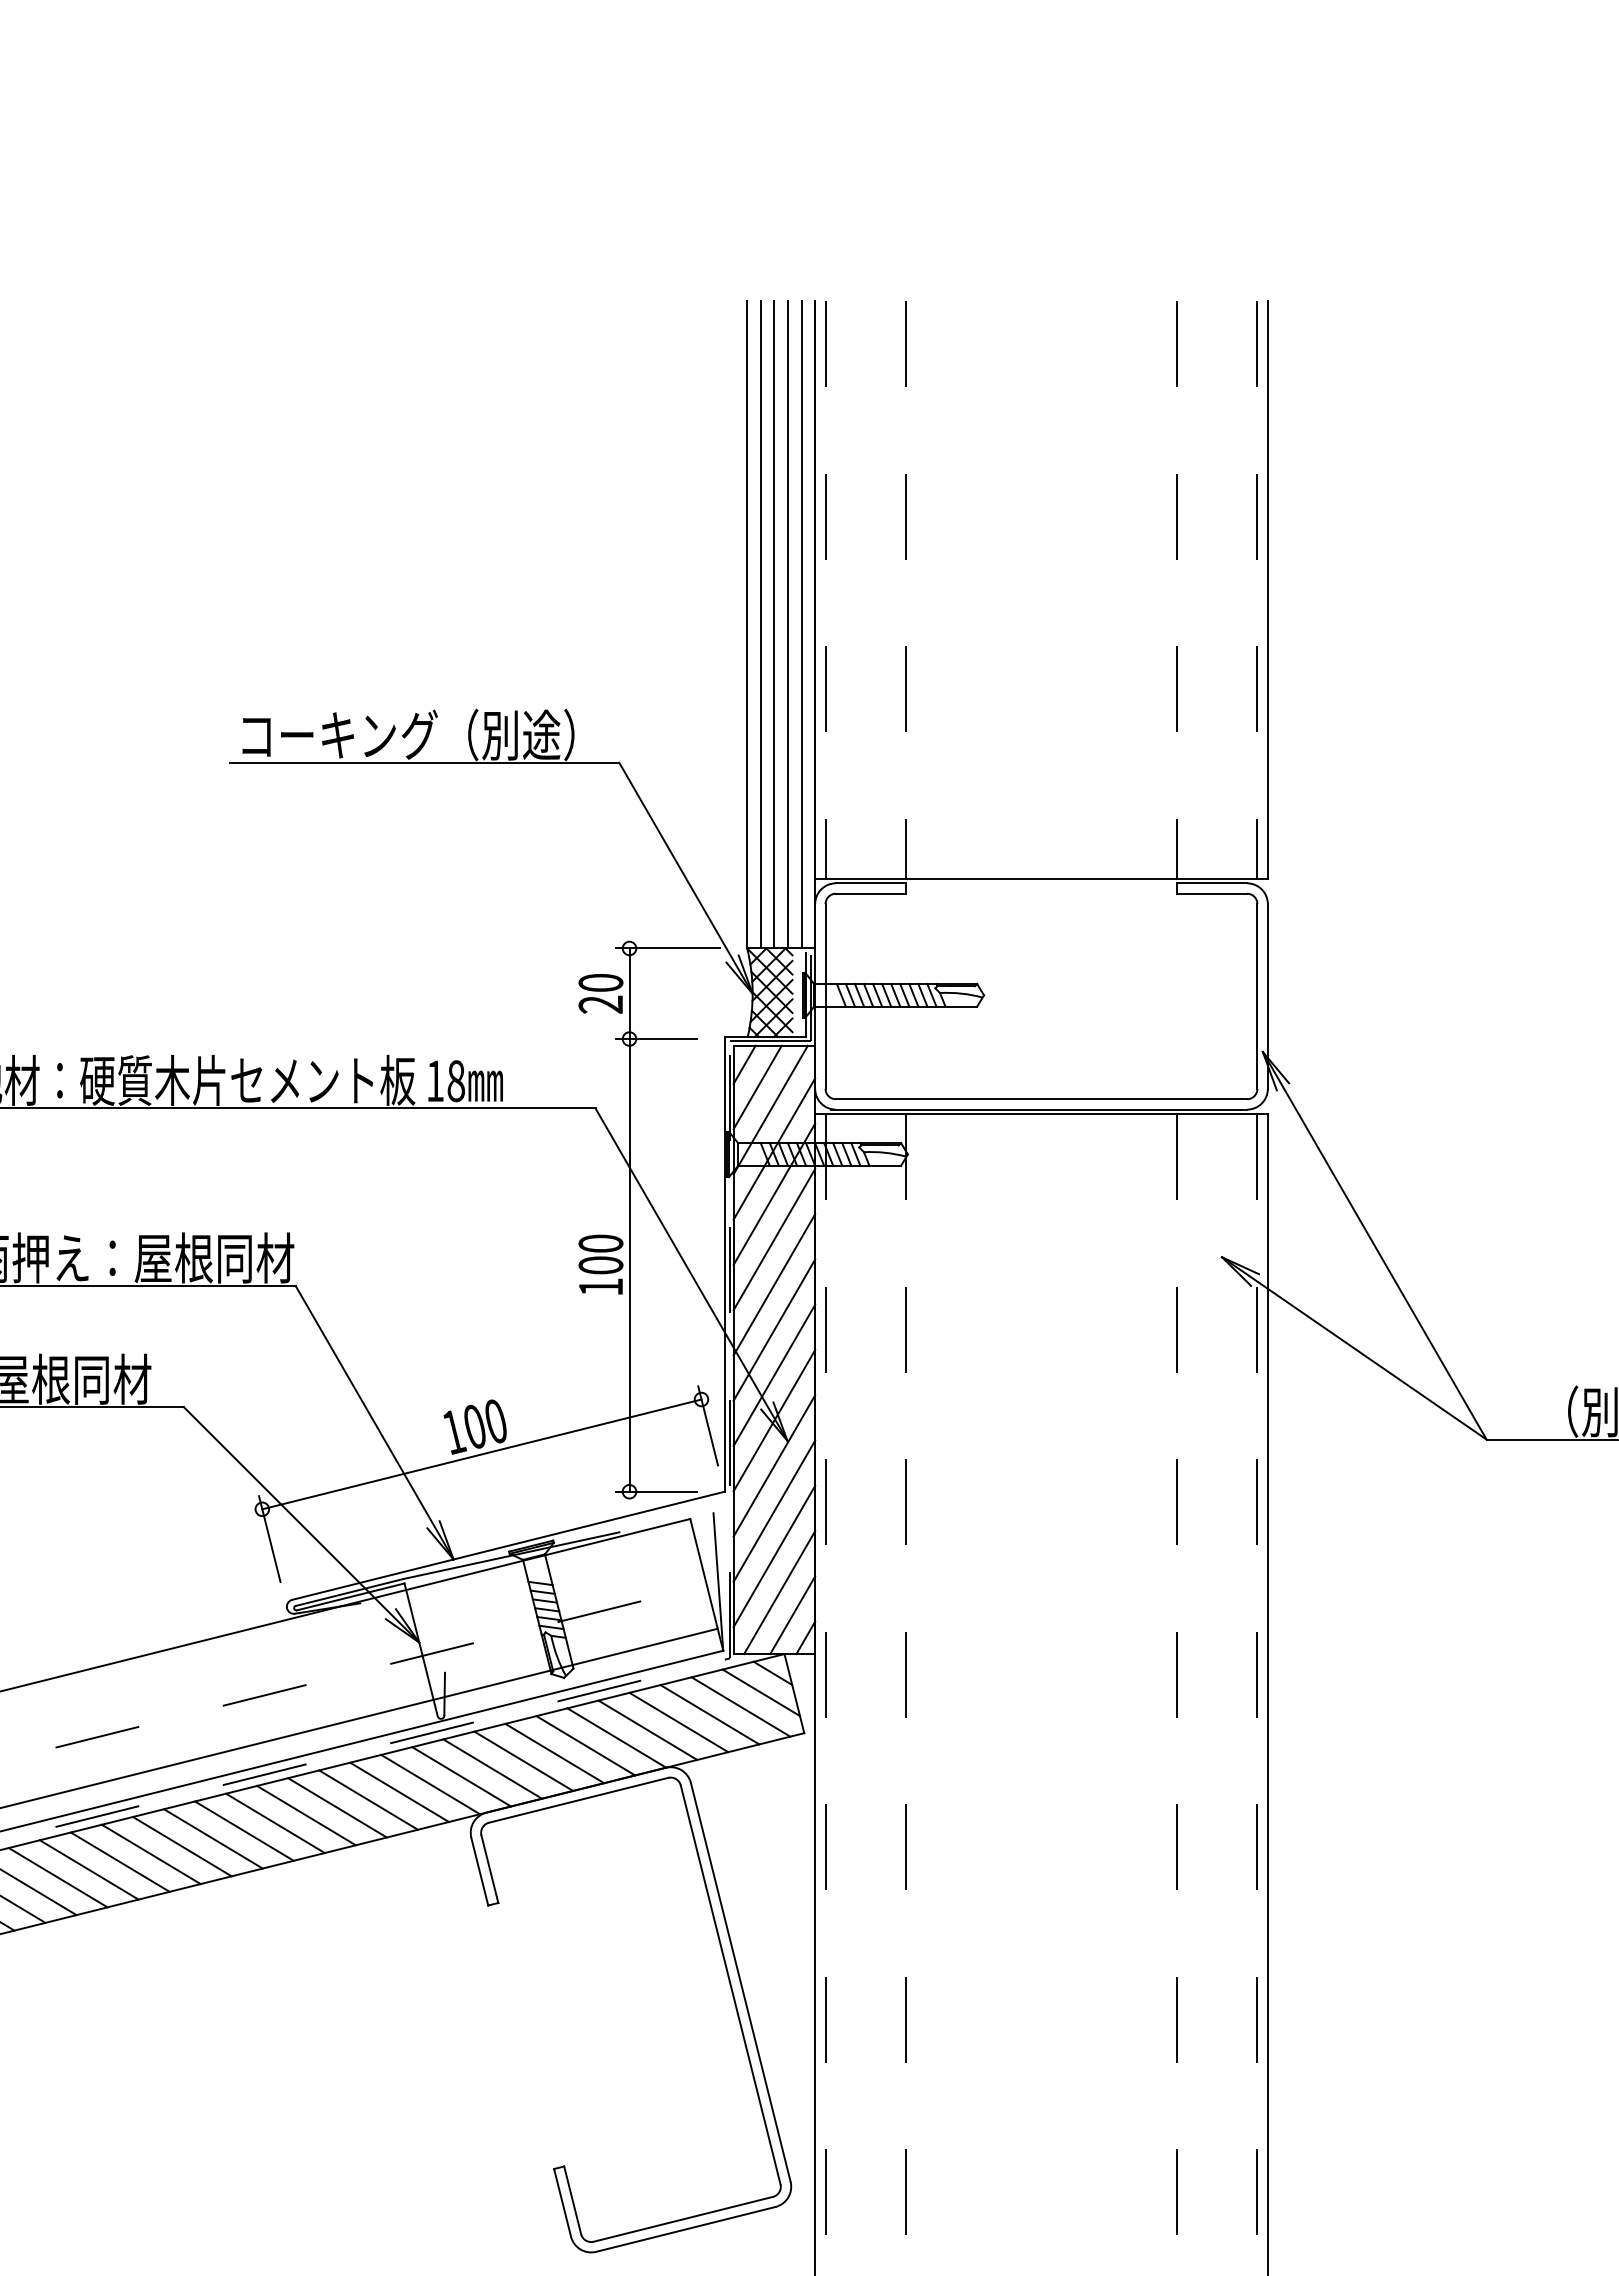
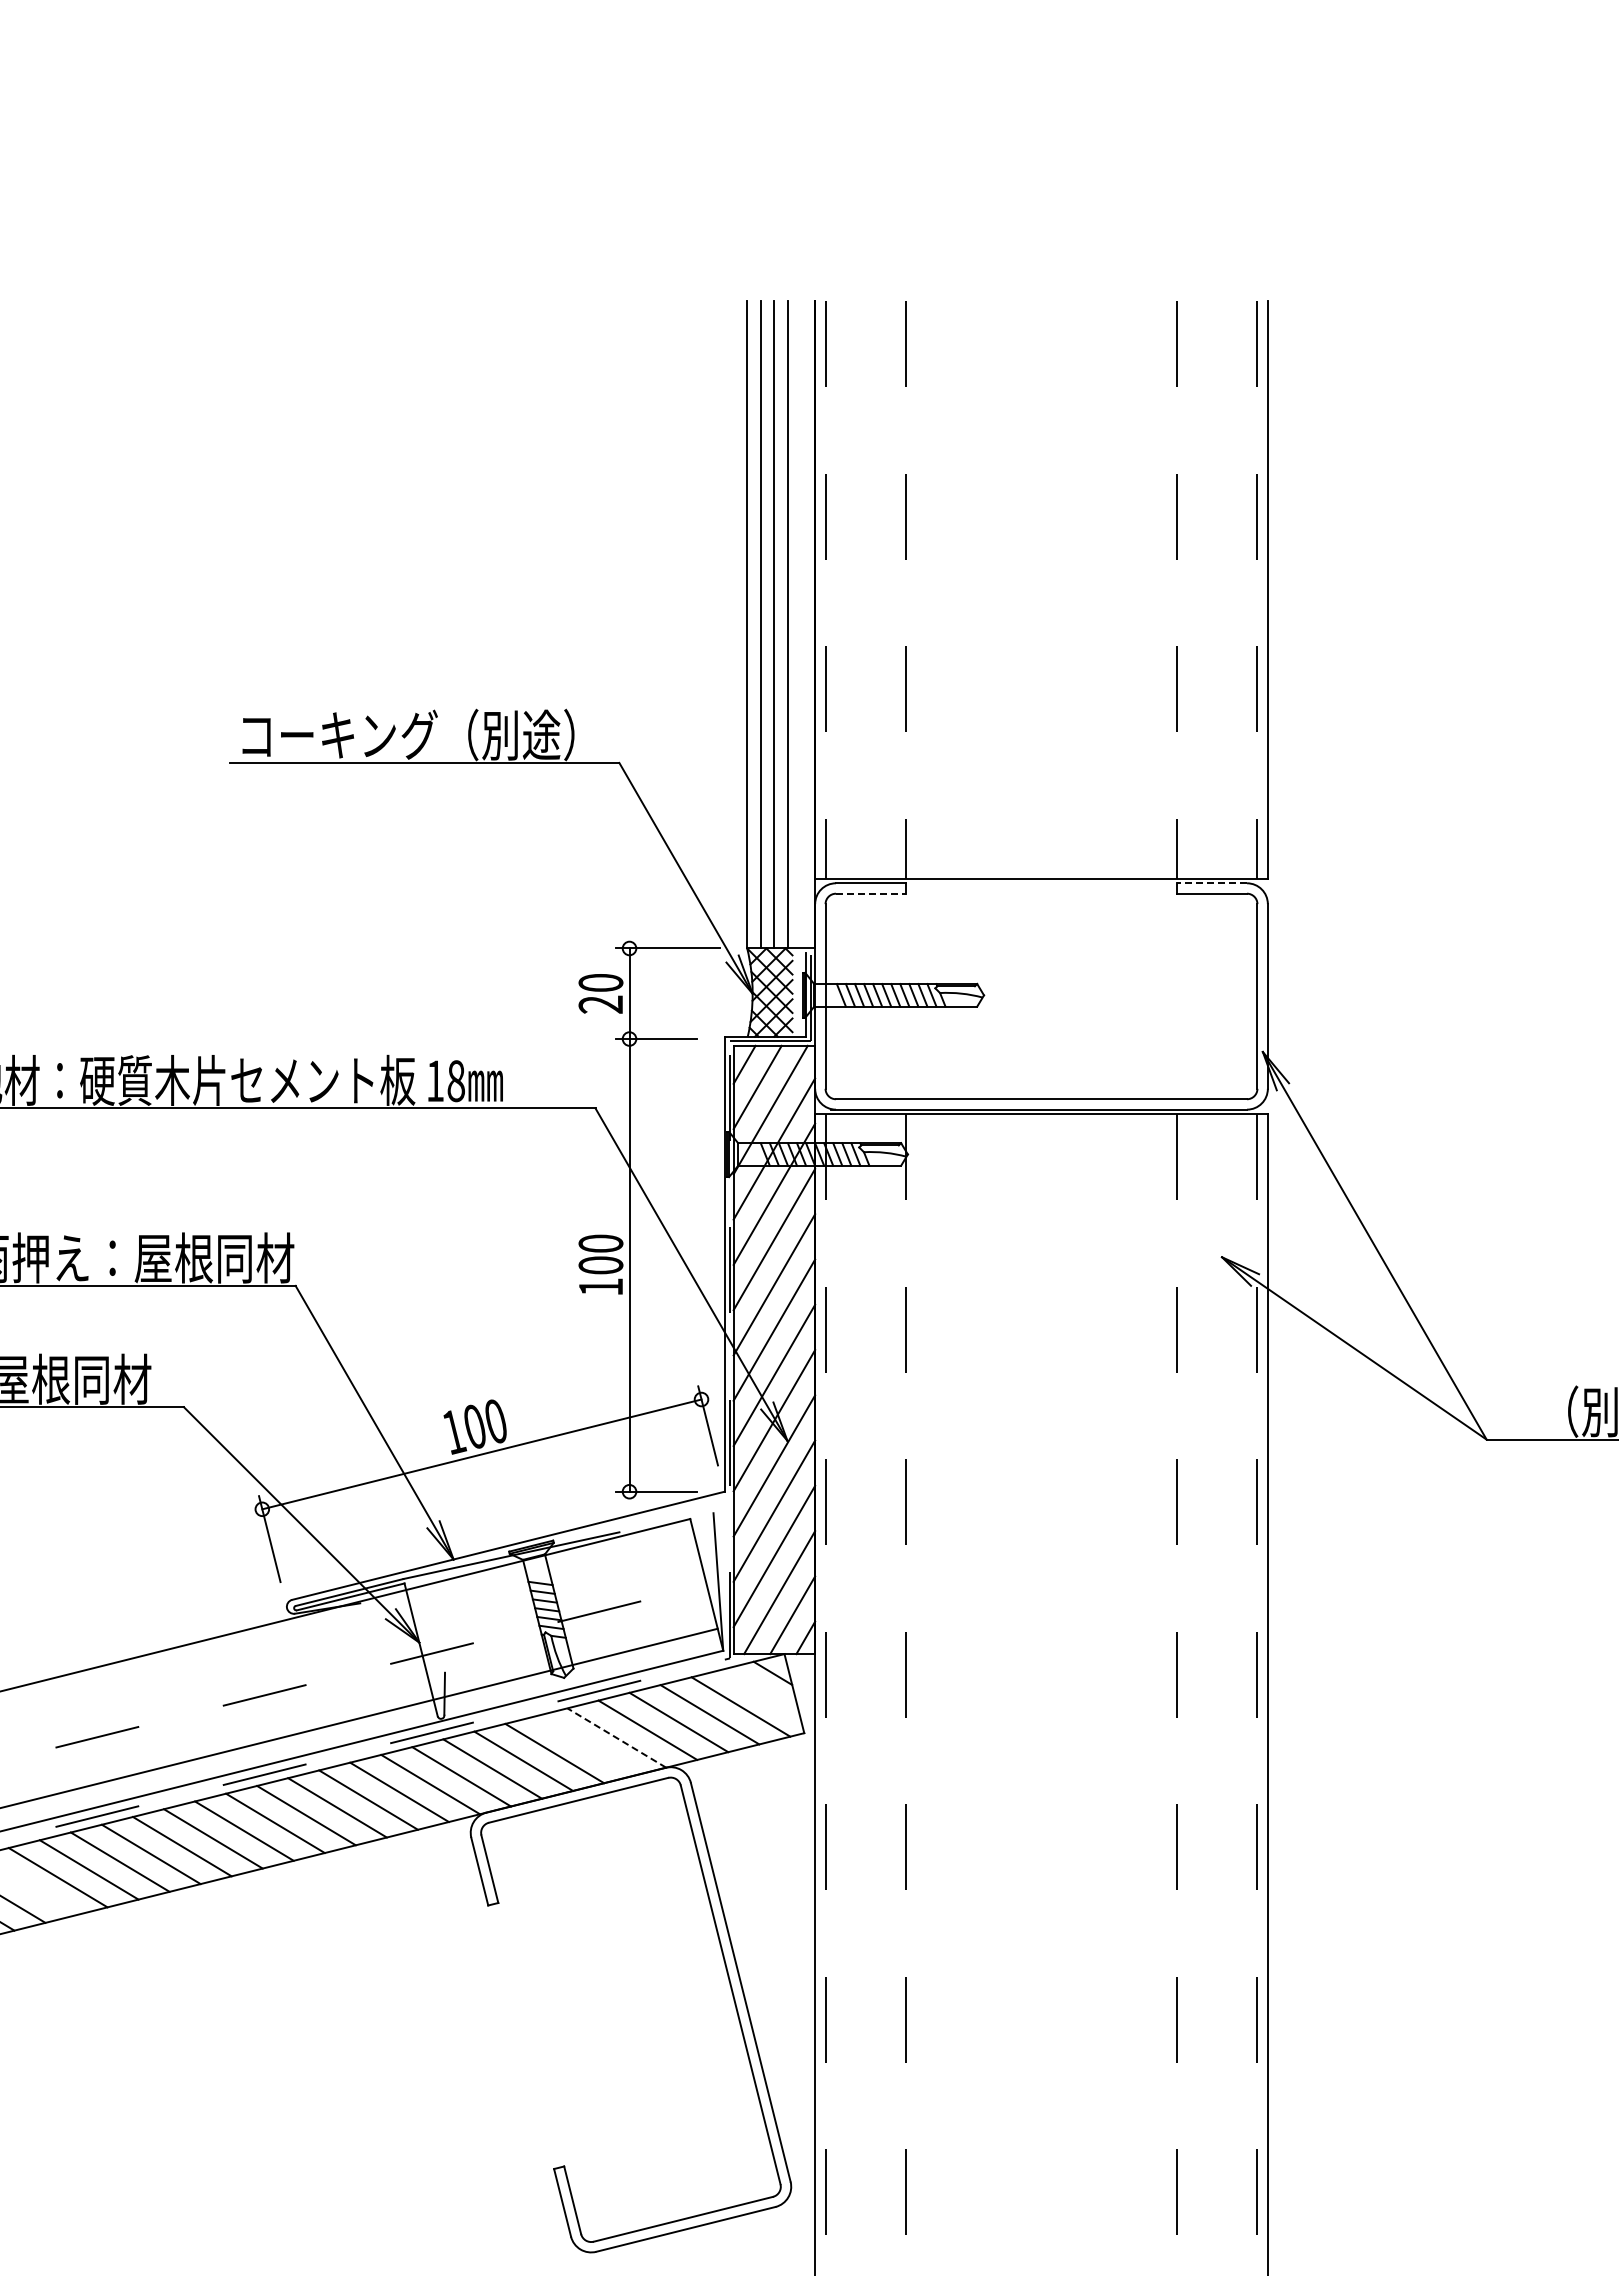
line at (801, 624): present -> none
line at (1212, 883): solid -> dashed
line at (870, 893): solid -> dashed
line at (760, 1692): present -> none
line at (616, 1738): solid -> dashed
line at (585, 1745): present -> none
line at (39, 1892): present -> none
